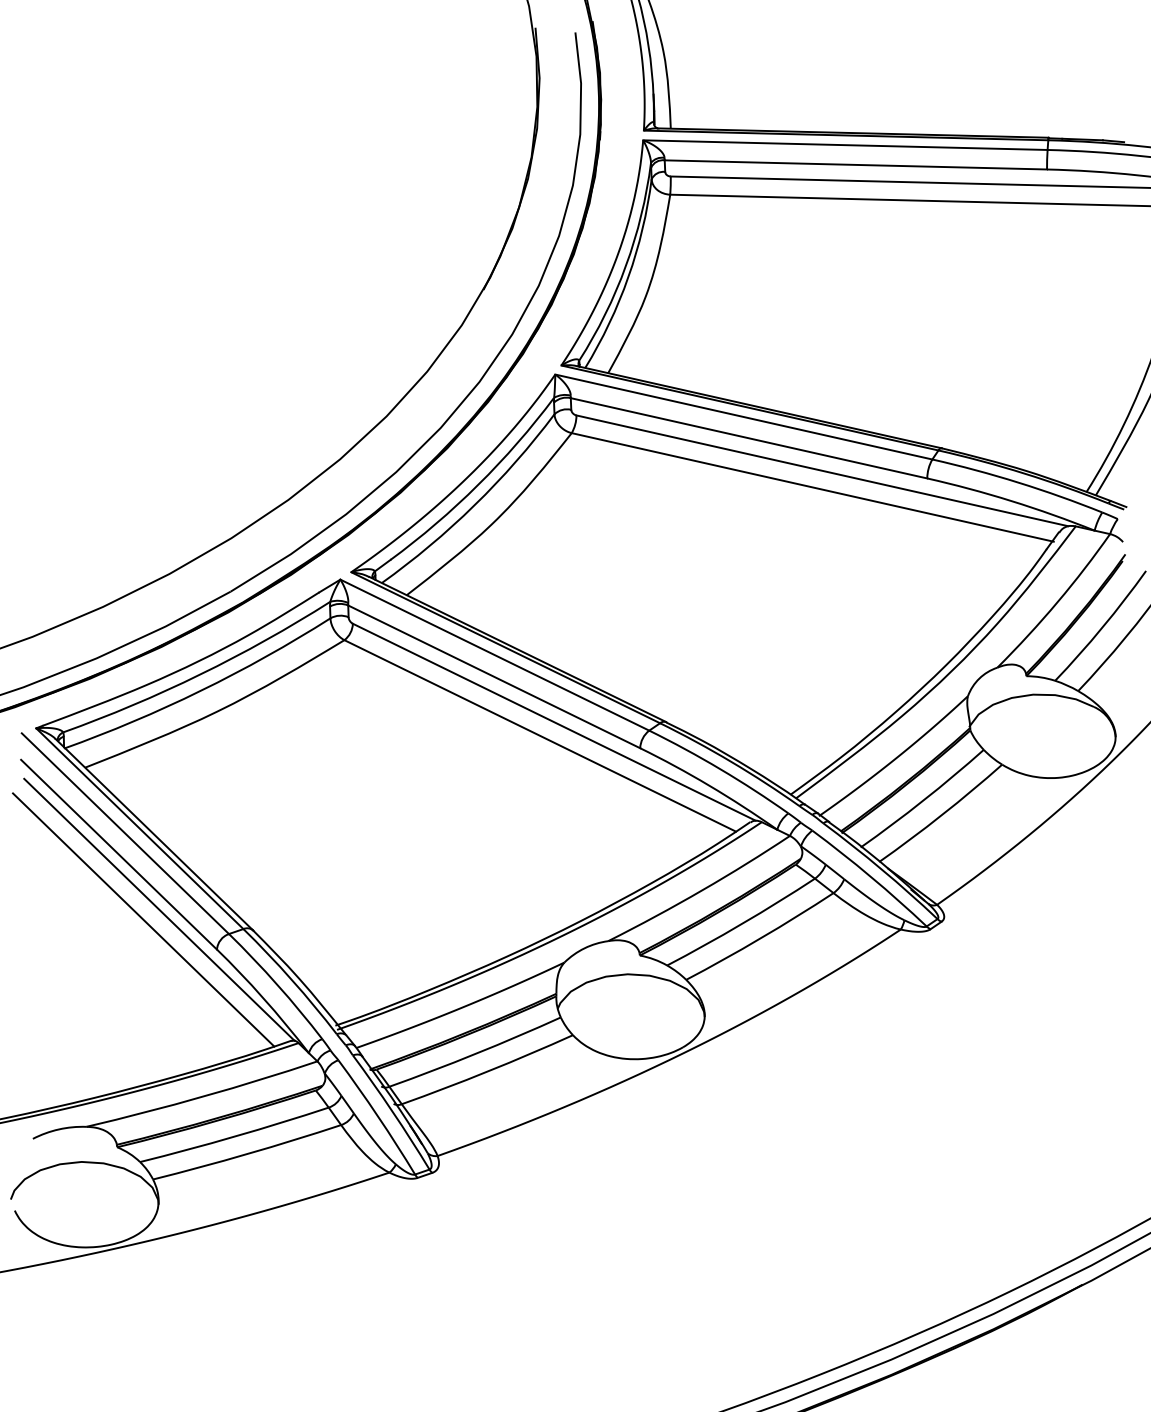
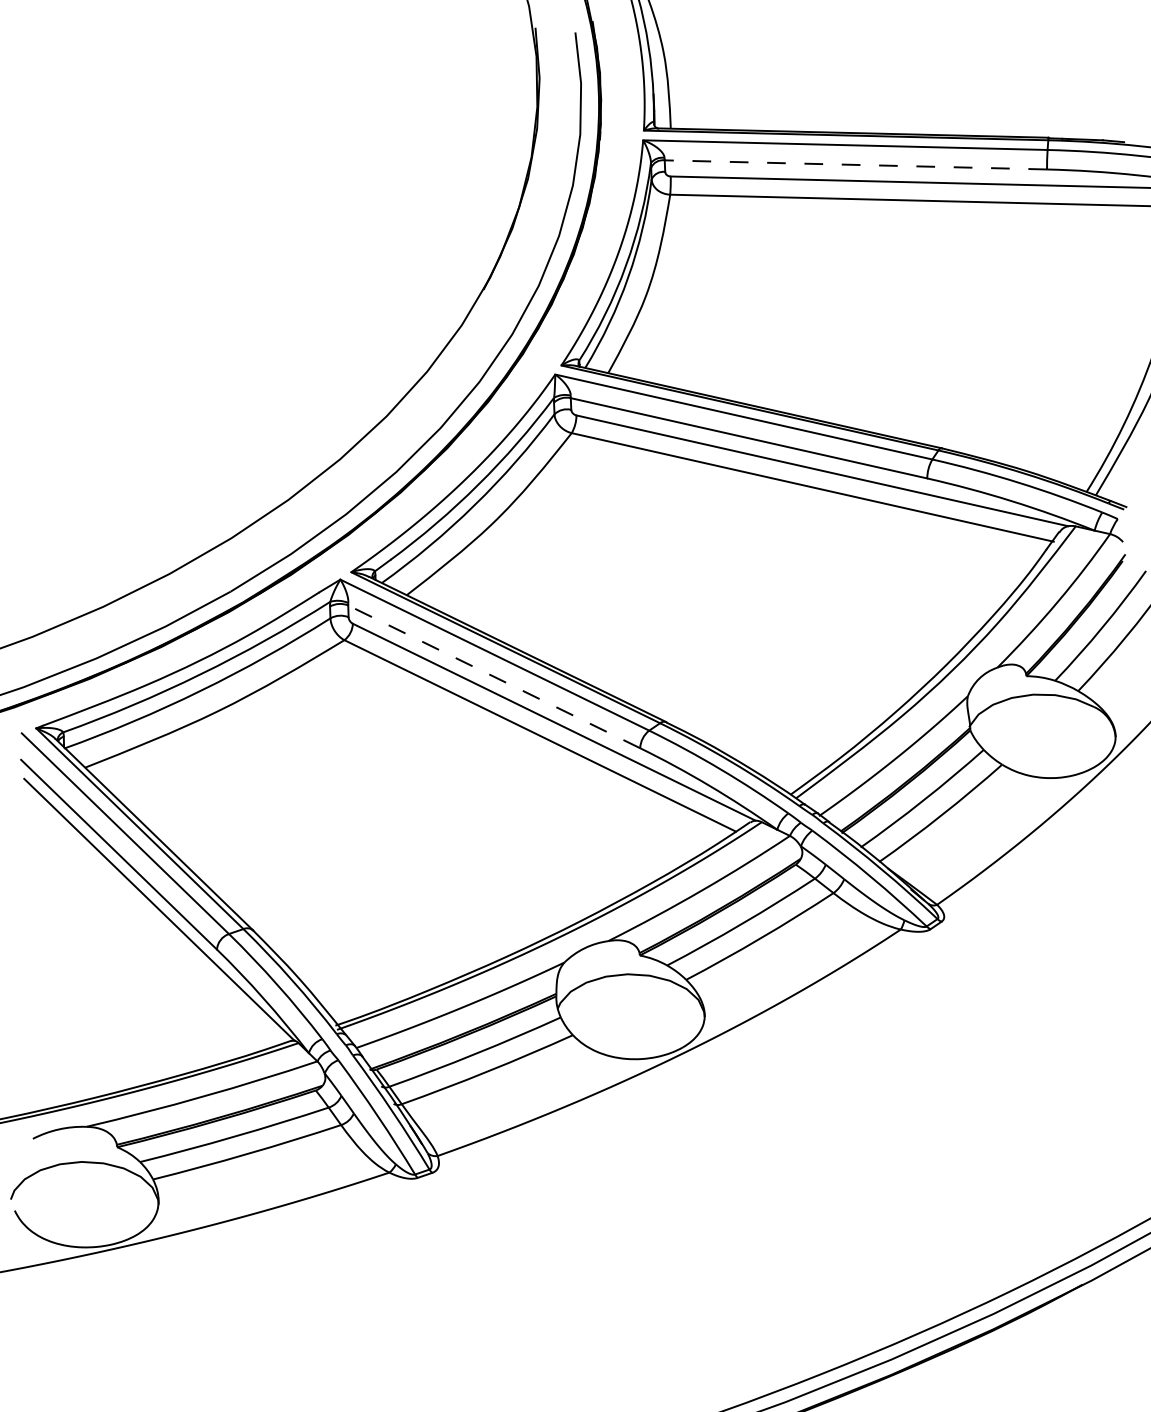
line at (855, 164): solid -> dashed
line at (494, 676): solid -> dashed
line at (143, 919): present -> none
